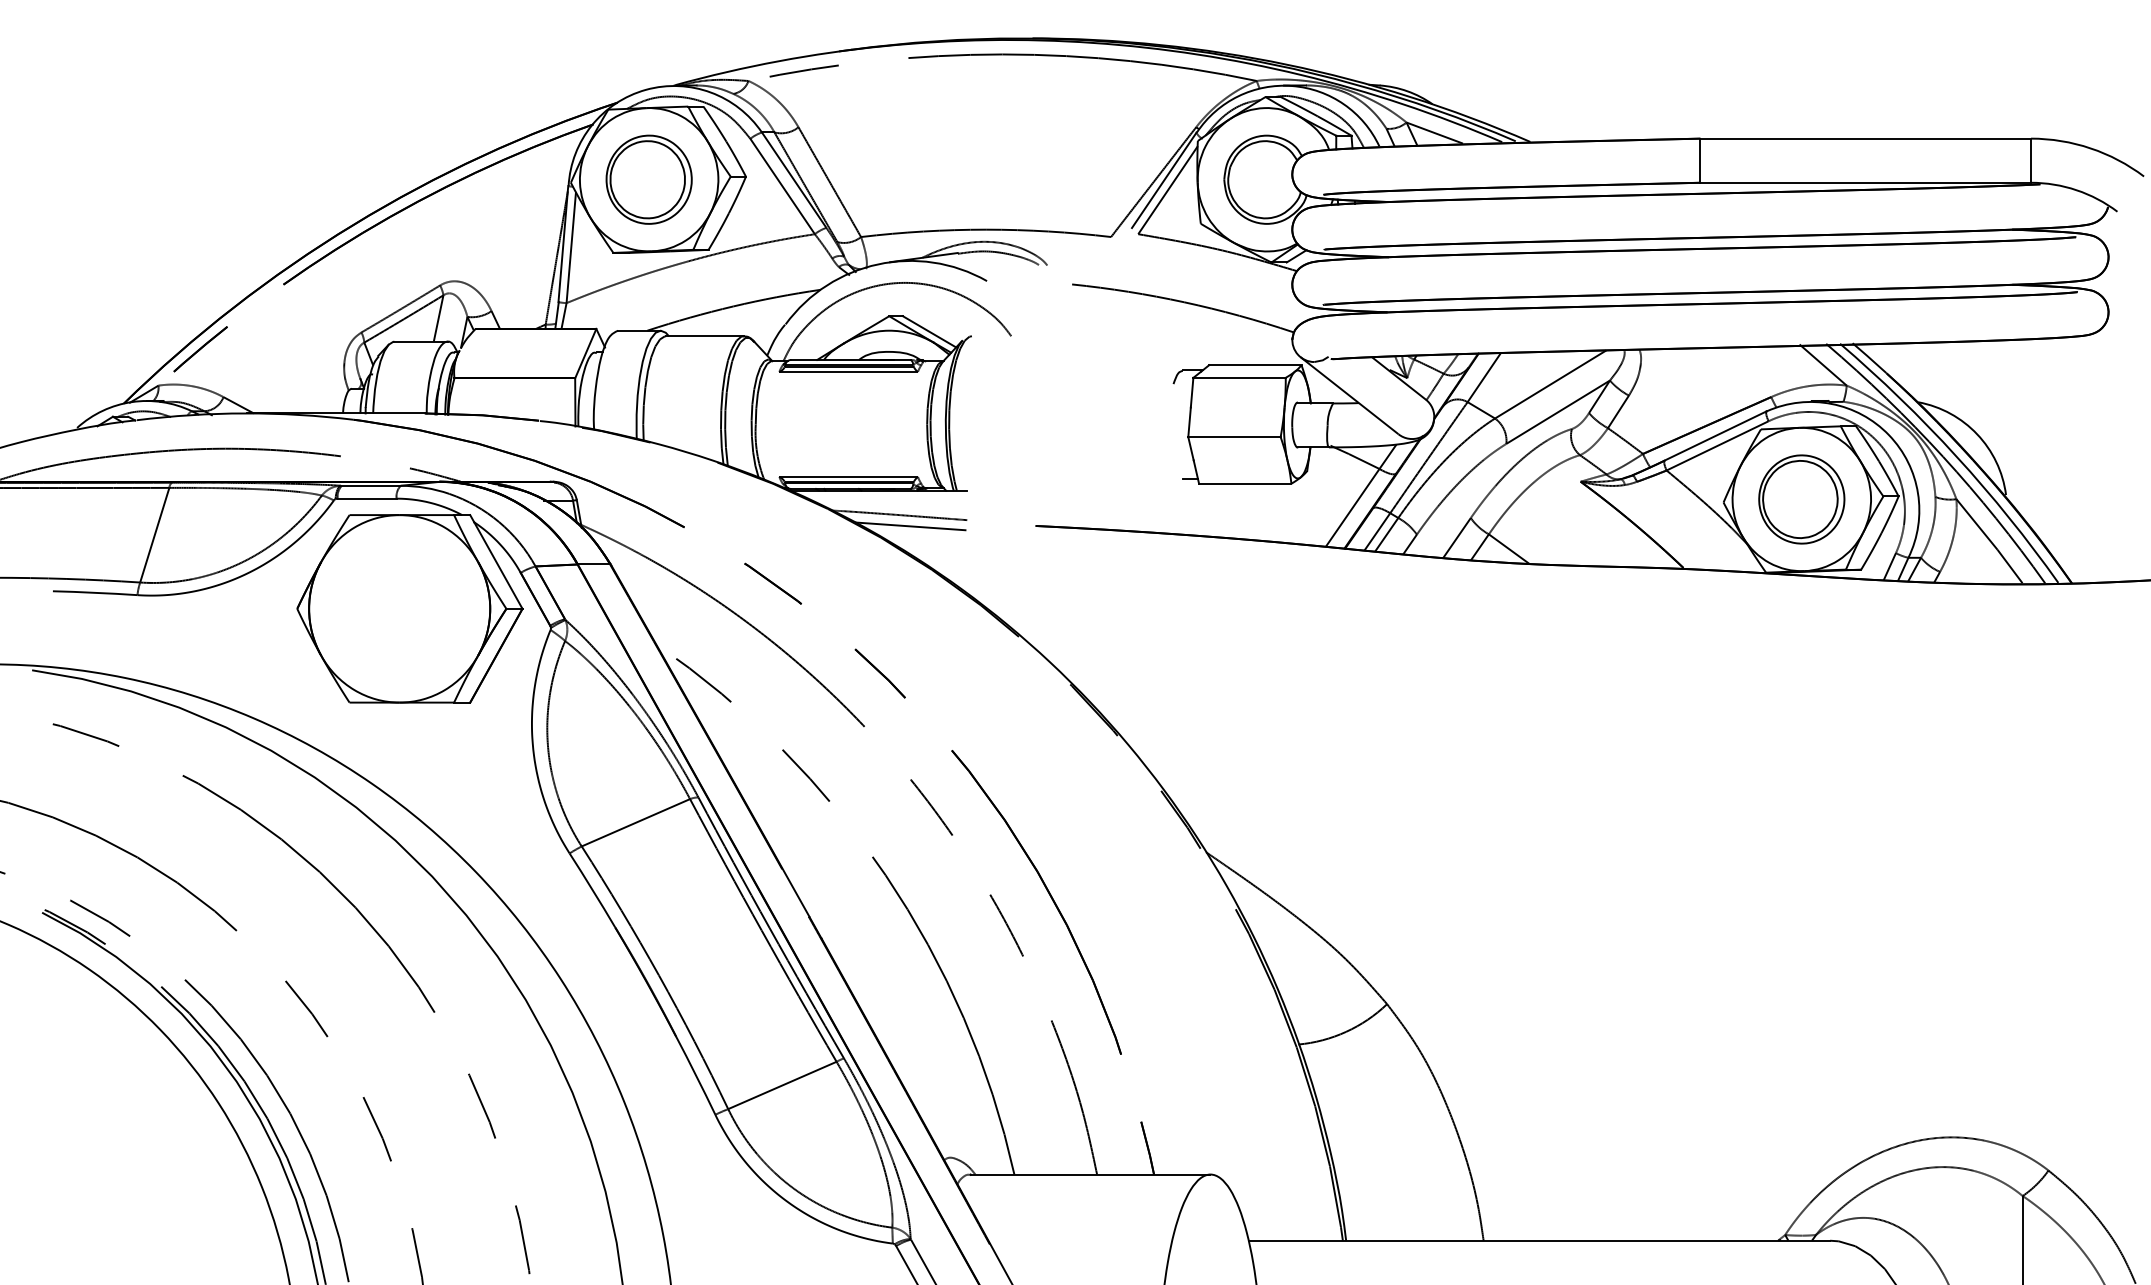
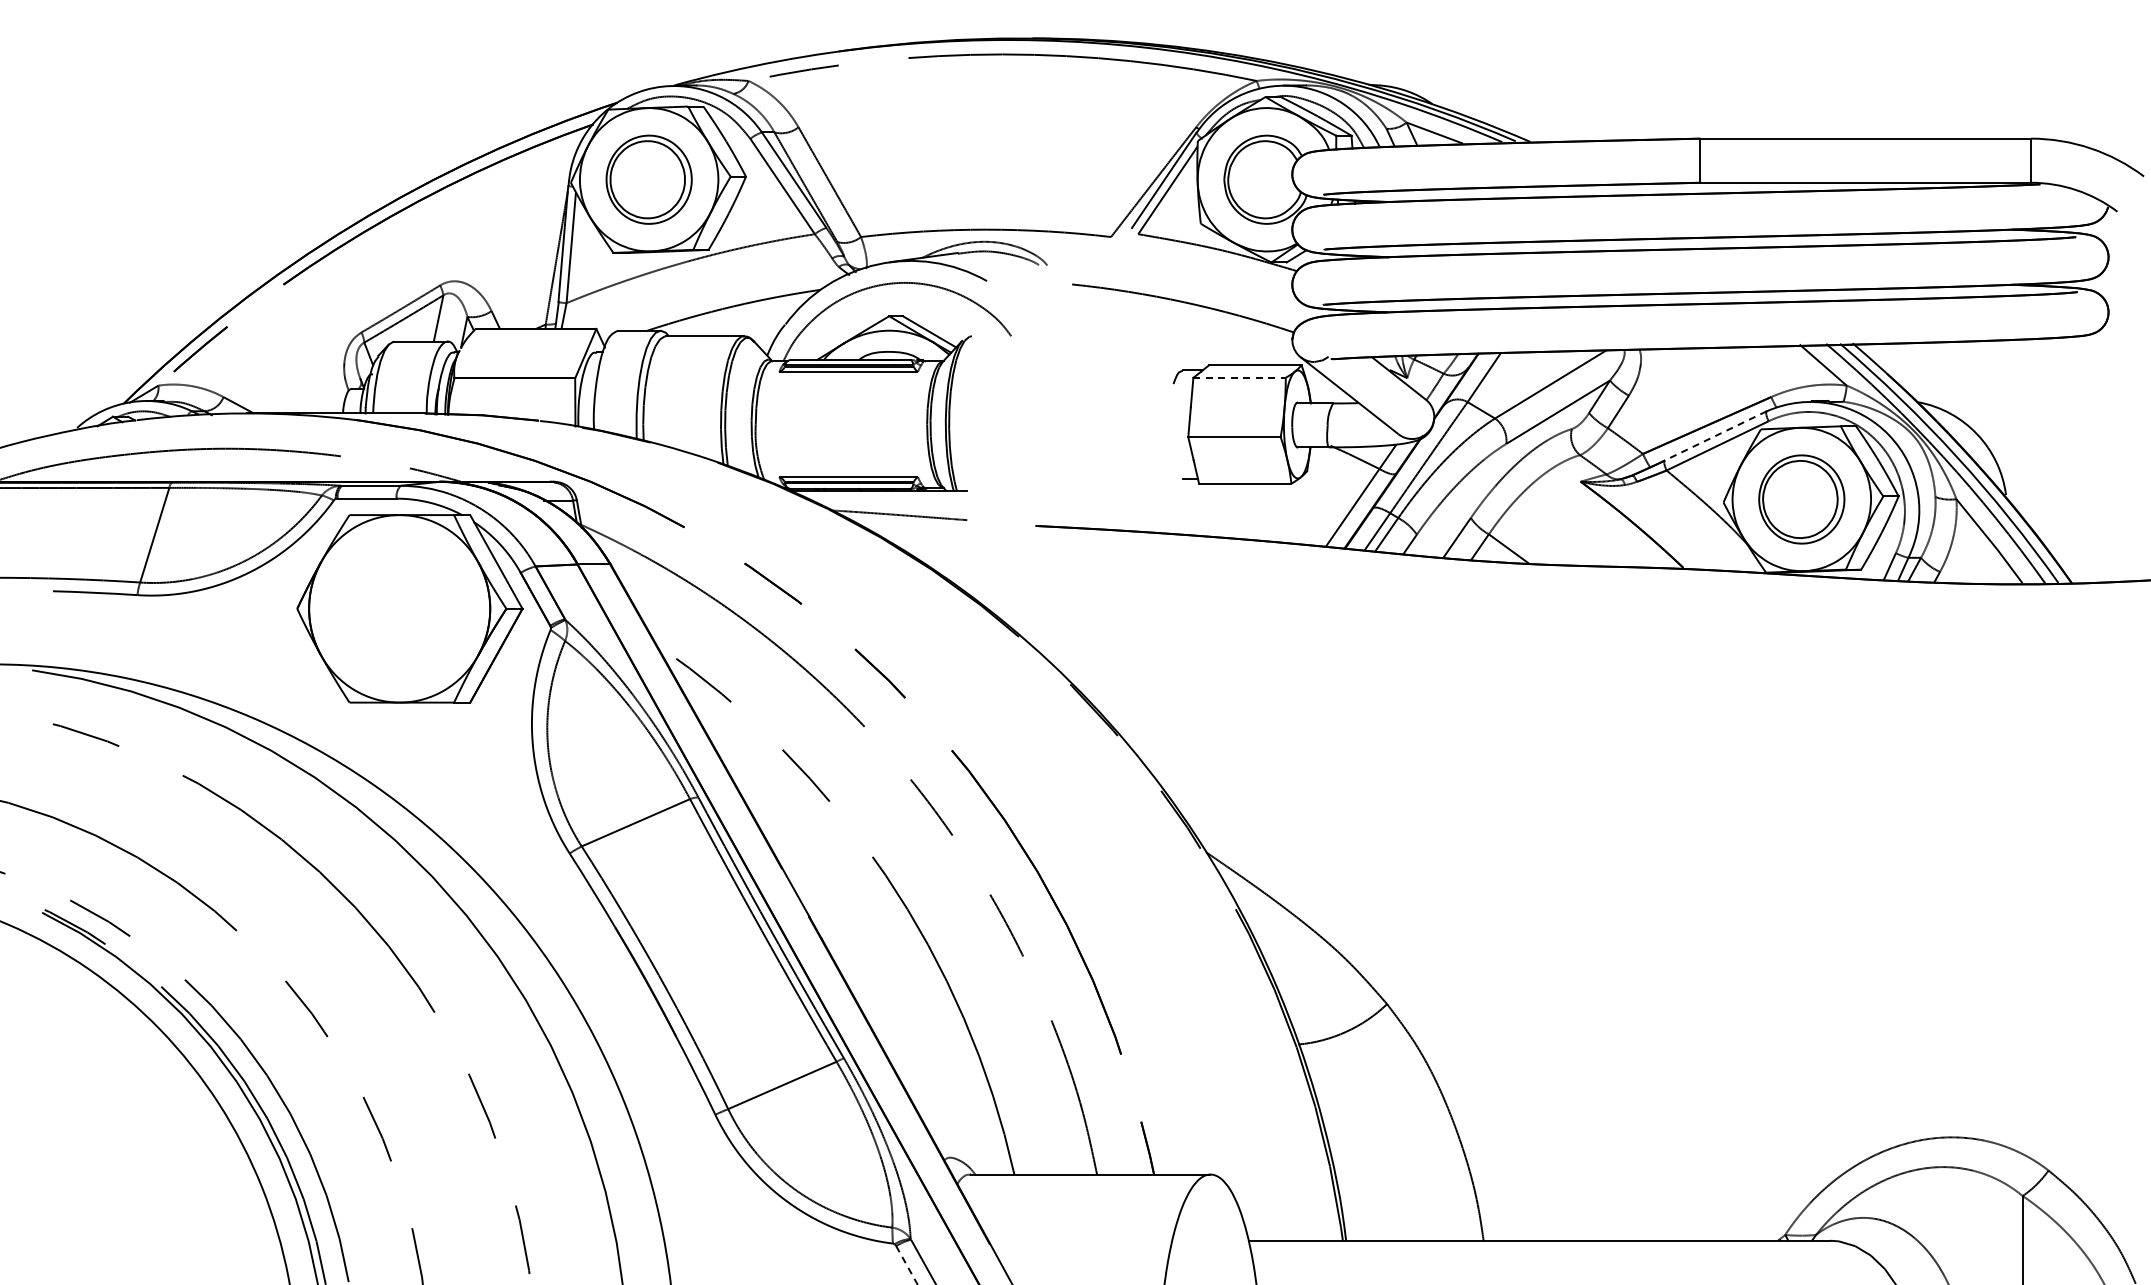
line at (1240, 377): solid -> dashed
line at (1715, 435): solid -> dashed
line at (910, 526): present -> none
line at (906, 1265): solid -> dashed
